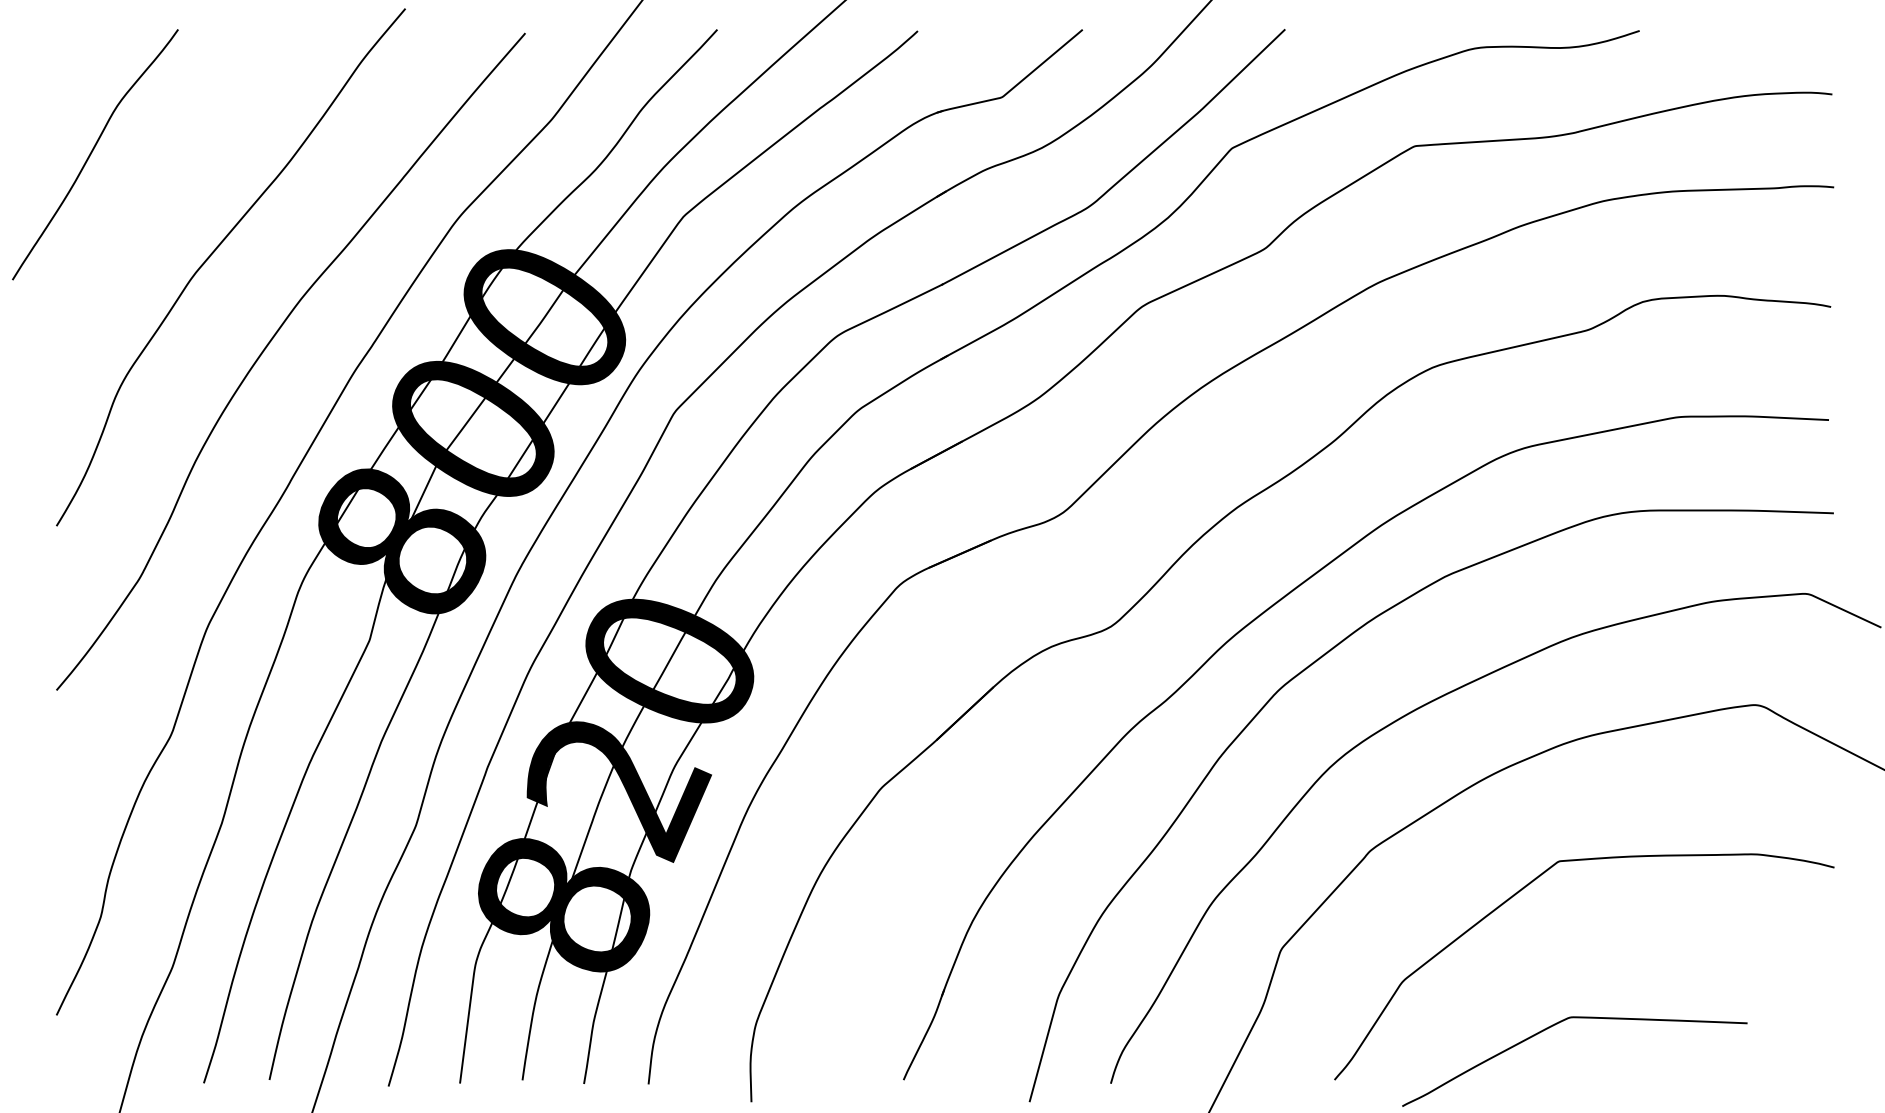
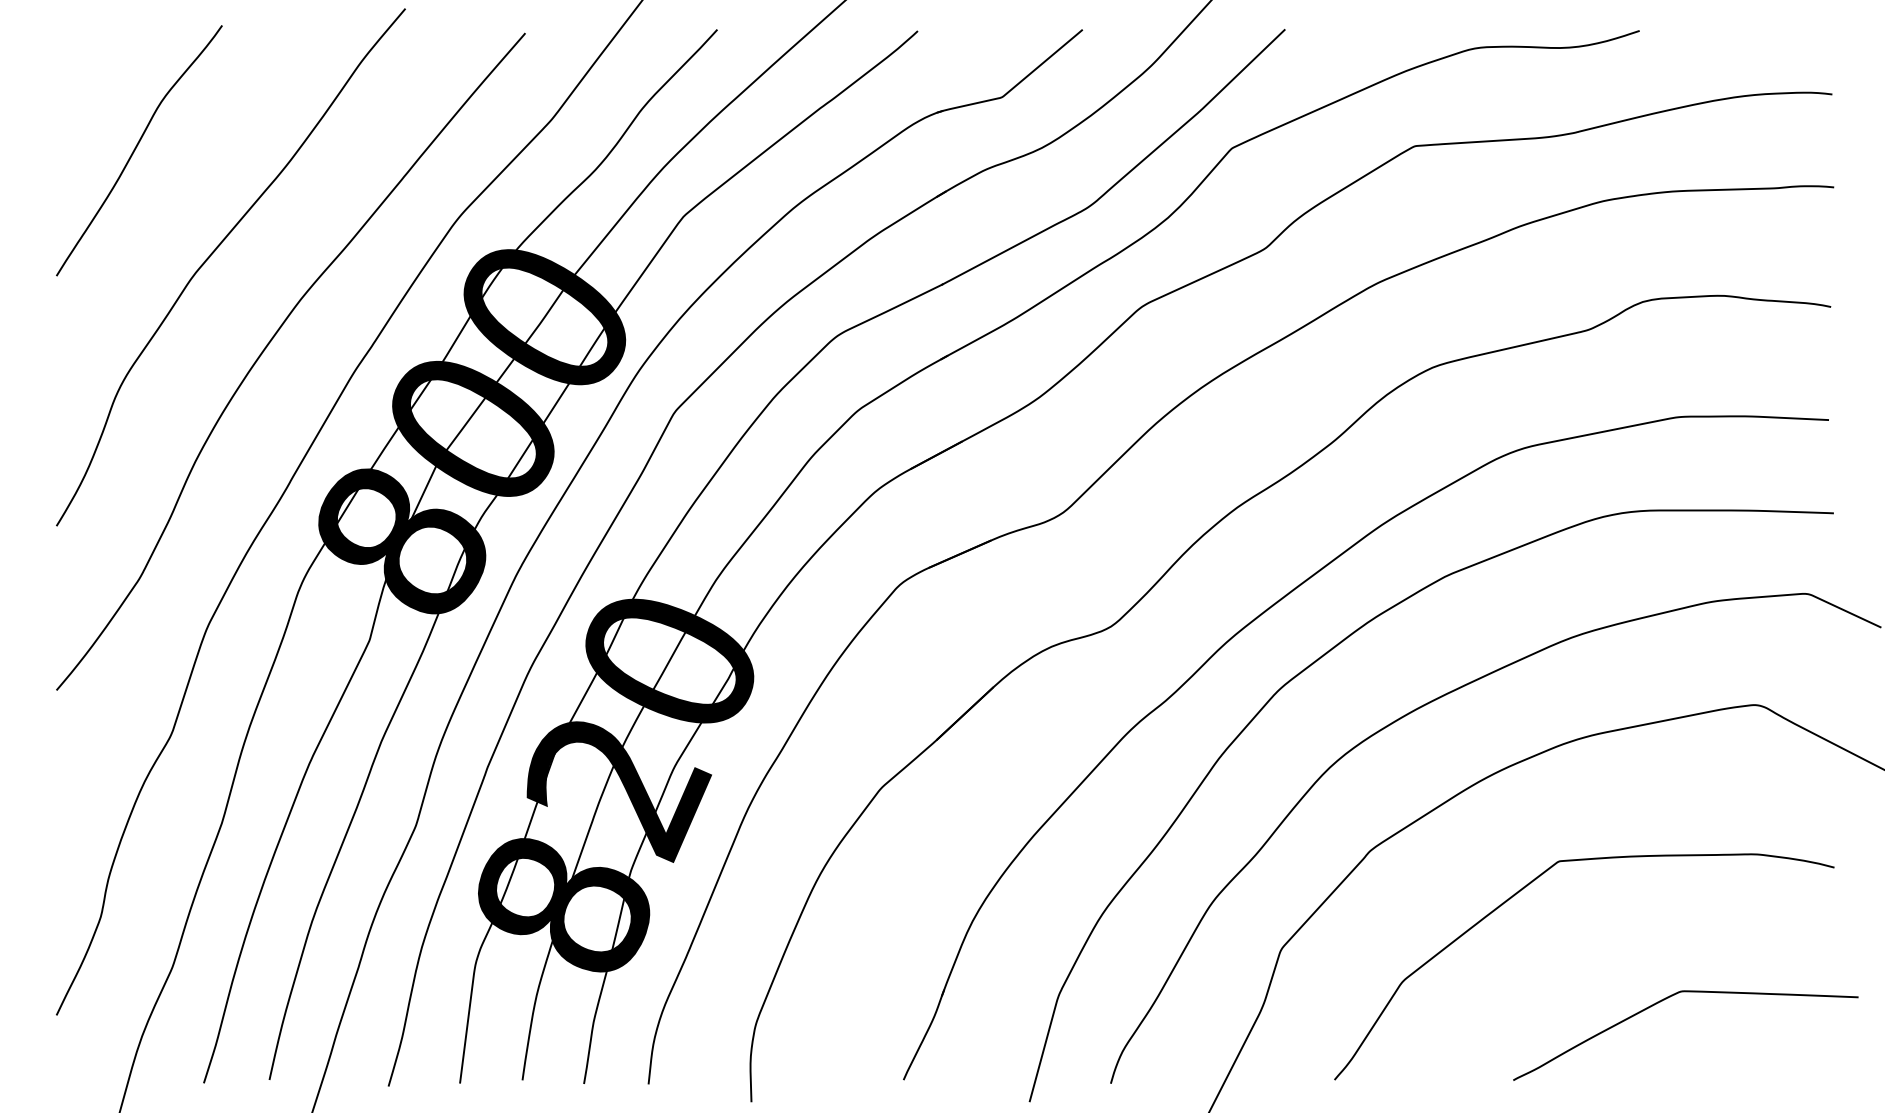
curve at (92, 152) position: (92, 152) -> (136, 148)
curve at (1555, 1025) position: (1555, 1025) -> (1666, 999)
